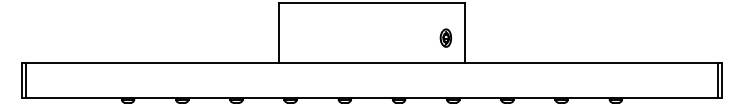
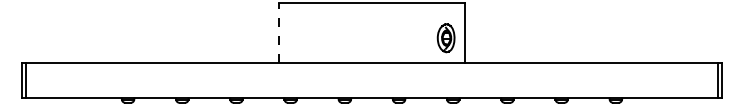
line at (279, 32): solid -> dashed
part at (445, 37) size: 13x20 px -> 20x31 px
